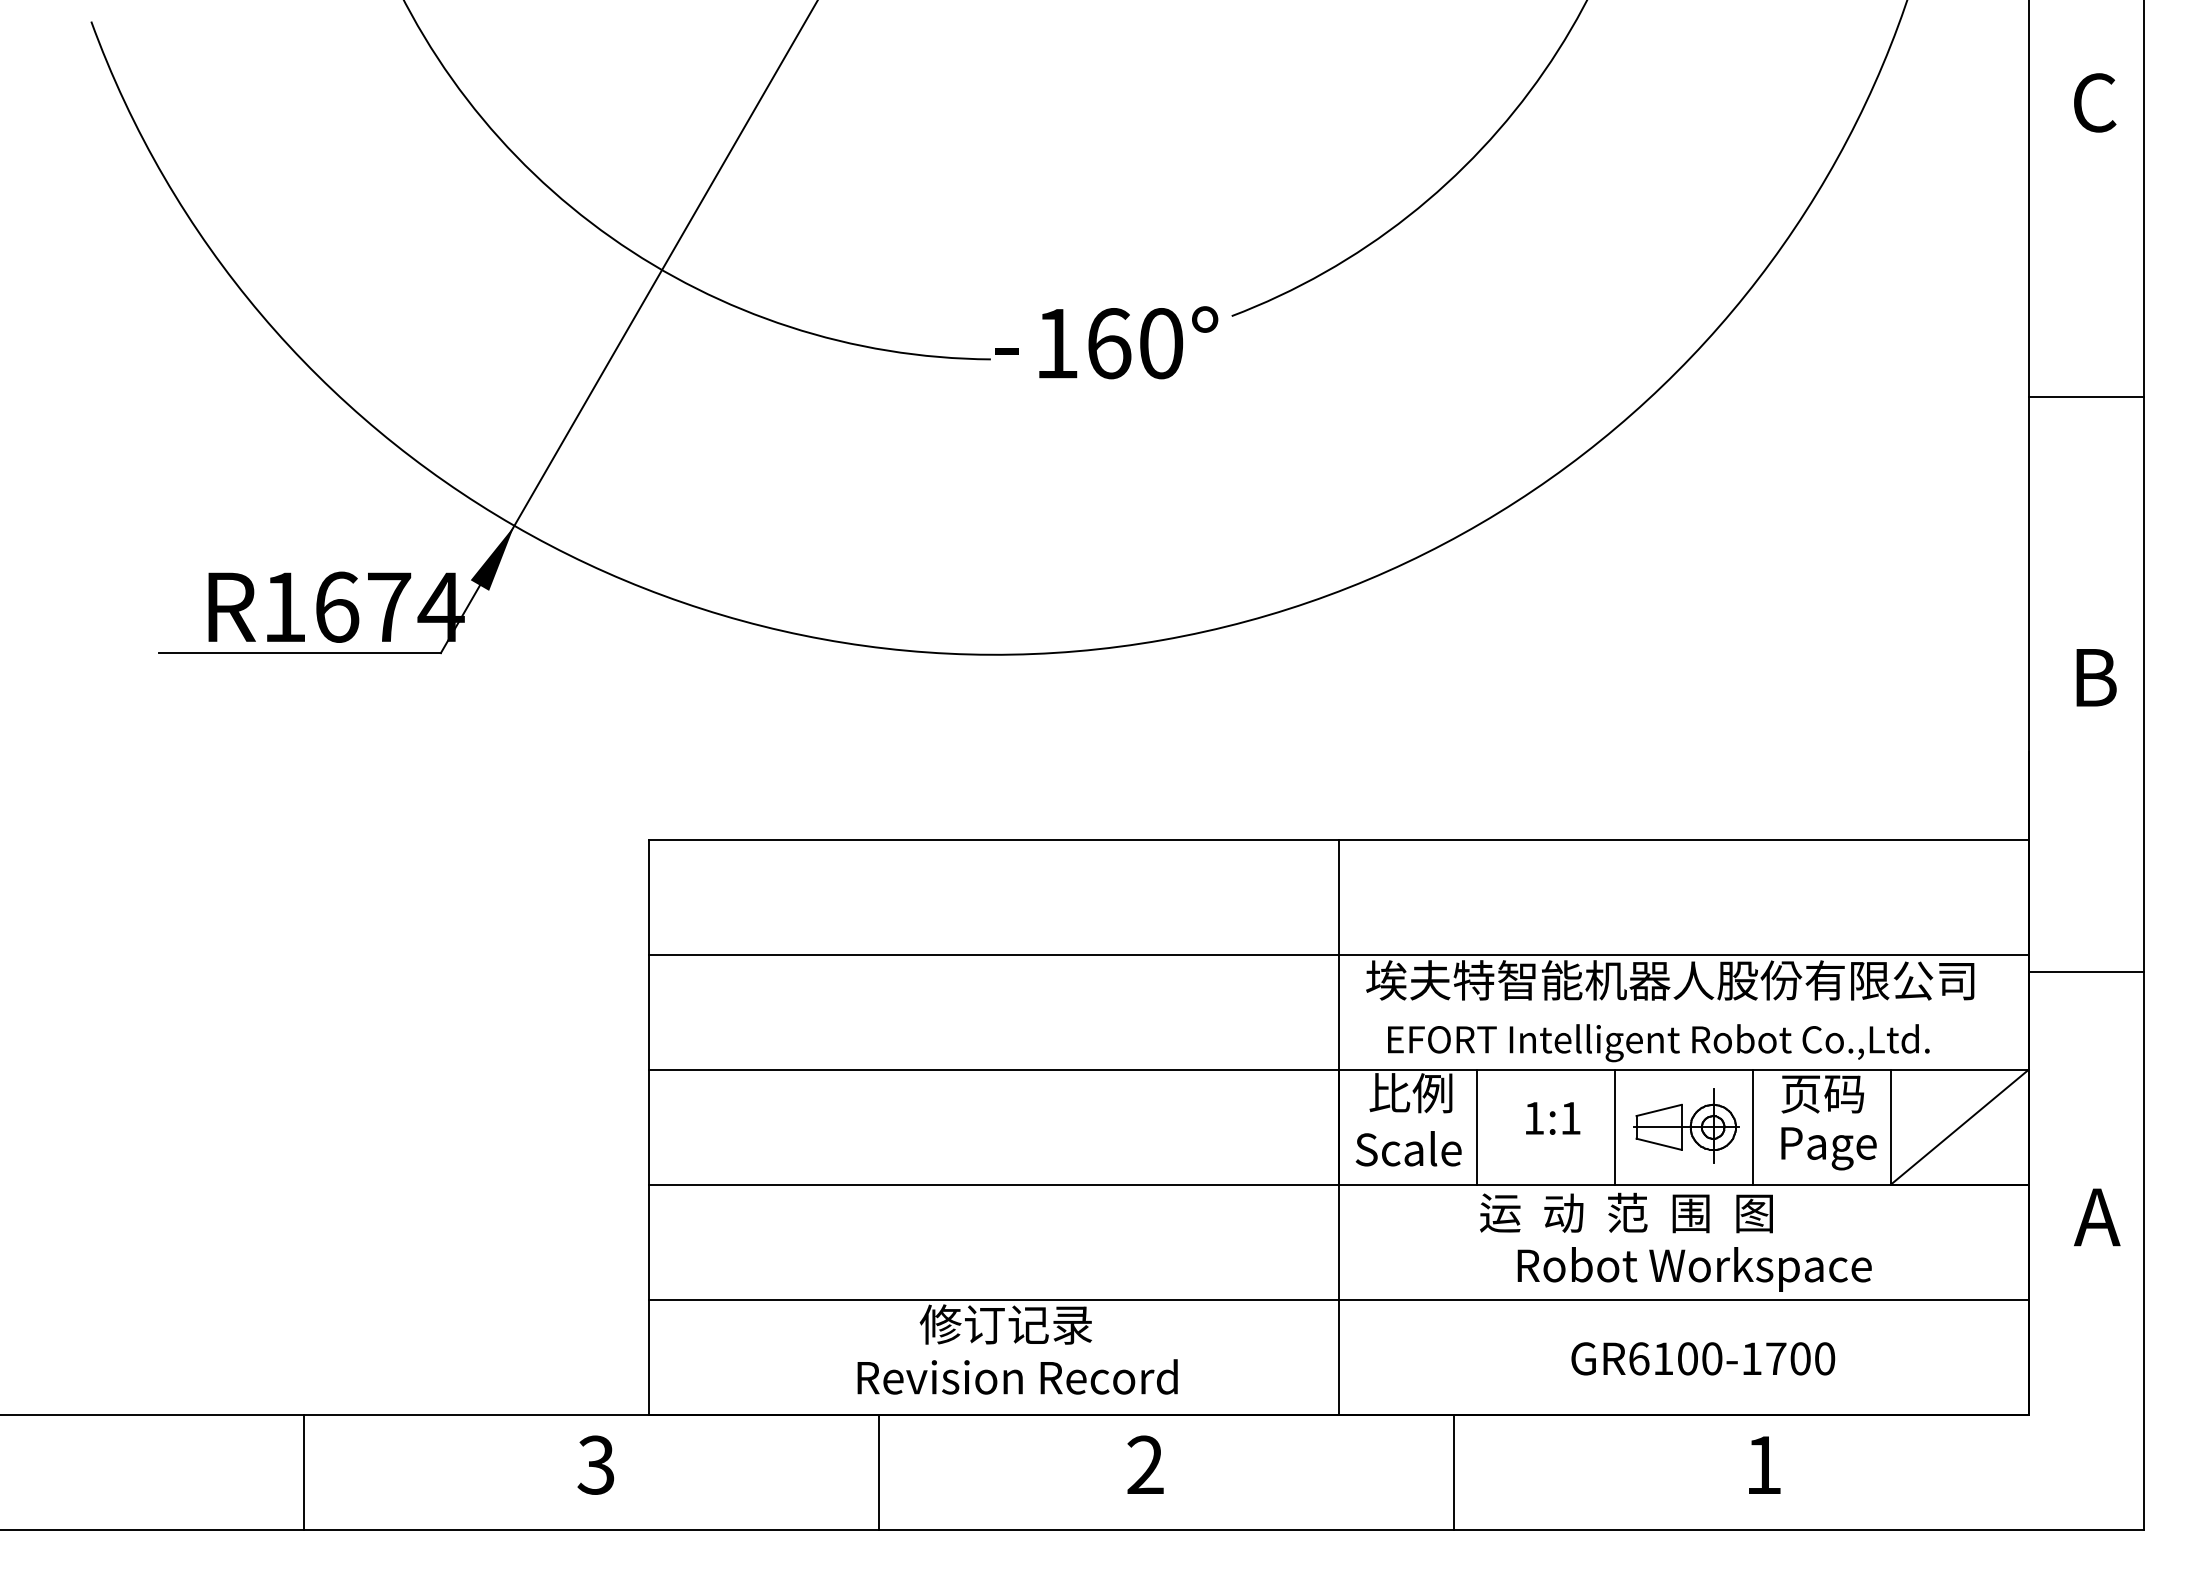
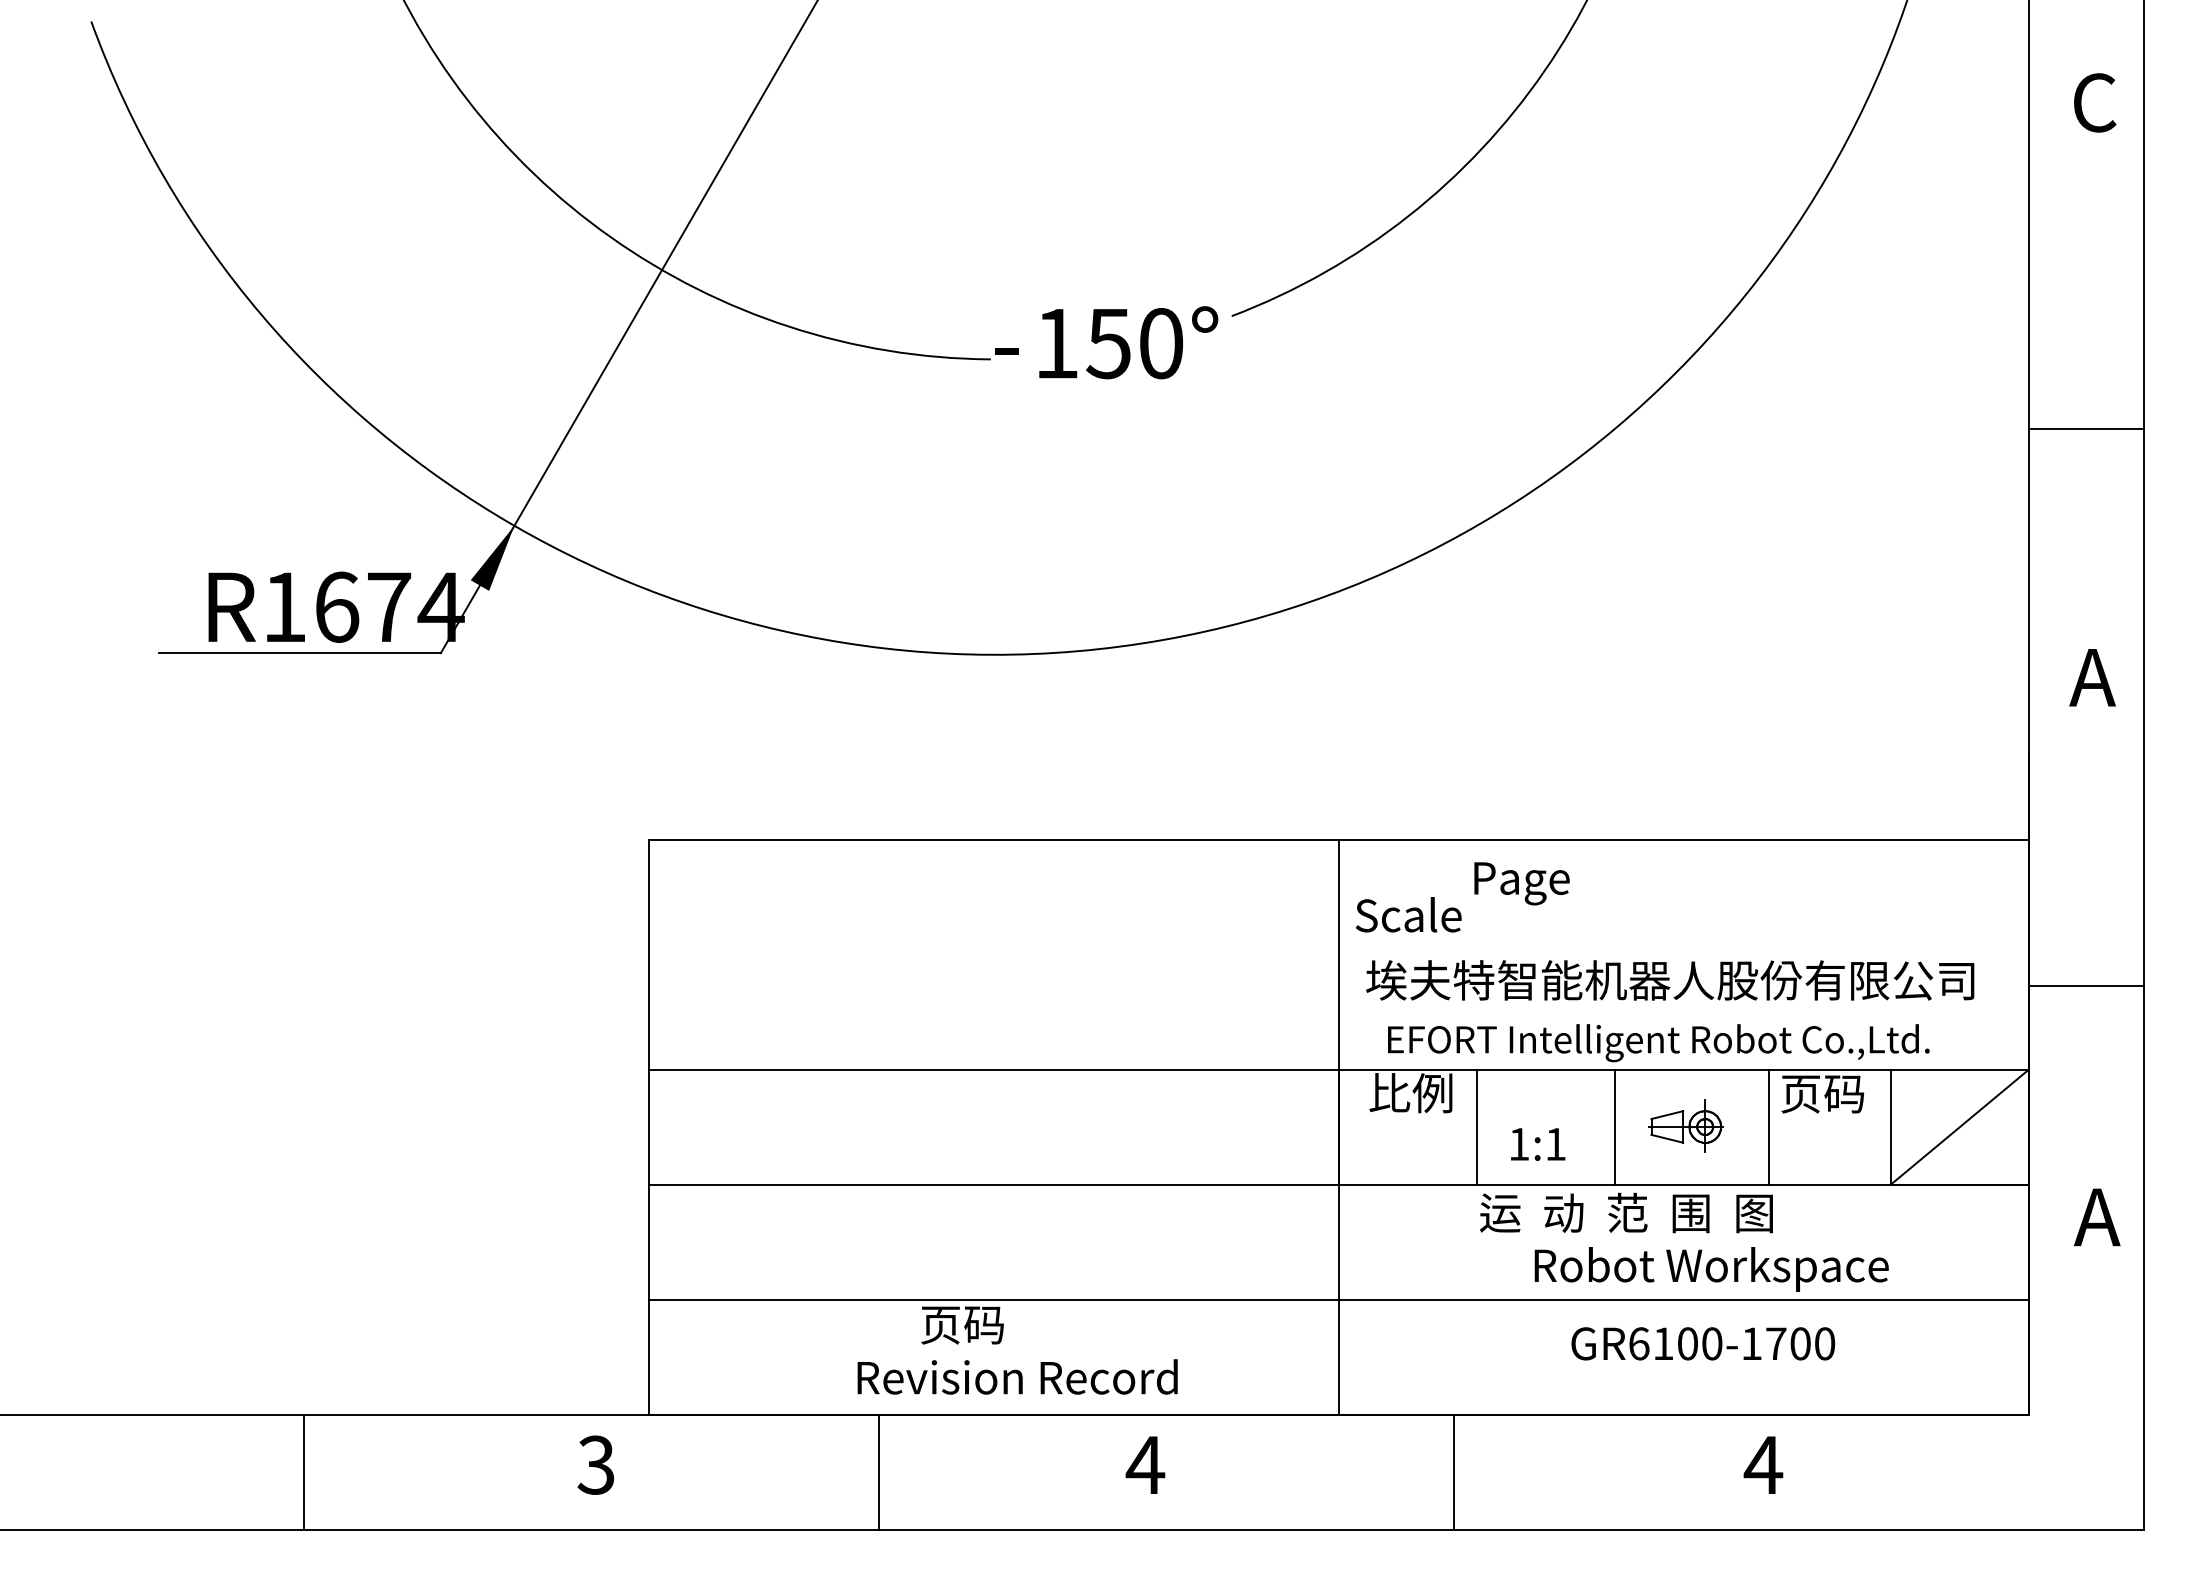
text at (1108, 343): 160° -> 150°
line at (2085, 397) position: (2085, 397) -> (2085, 429)
text at (2092, 677): B -> A
line at (1338, 954): present -> none
line at (2085, 972) position: (2085, 972) -> (2085, 986)
text at (1553, 1118) position: (1553, 1118) -> (1538, 1144)
part at (1686, 1125) size: 107x76 px -> 76x54 px
line at (1752, 1126) position: (1752, 1126) -> (1768, 1126)
text at (1408, 1148) position: (1408, 1148) -> (1408, 914)
text at (1828, 1148) position: (1828, 1148) -> (1521, 883)
text at (1694, 1269) position: (1694, 1269) -> (1711, 1269)
text at (1005, 1324): 修订记录 -> 页码
text at (1703, 1358) position: (1703, 1358) -> (1703, 1343)
text at (1145, 1464): 2 -> 4
text at (1763, 1464): 1 -> 4
